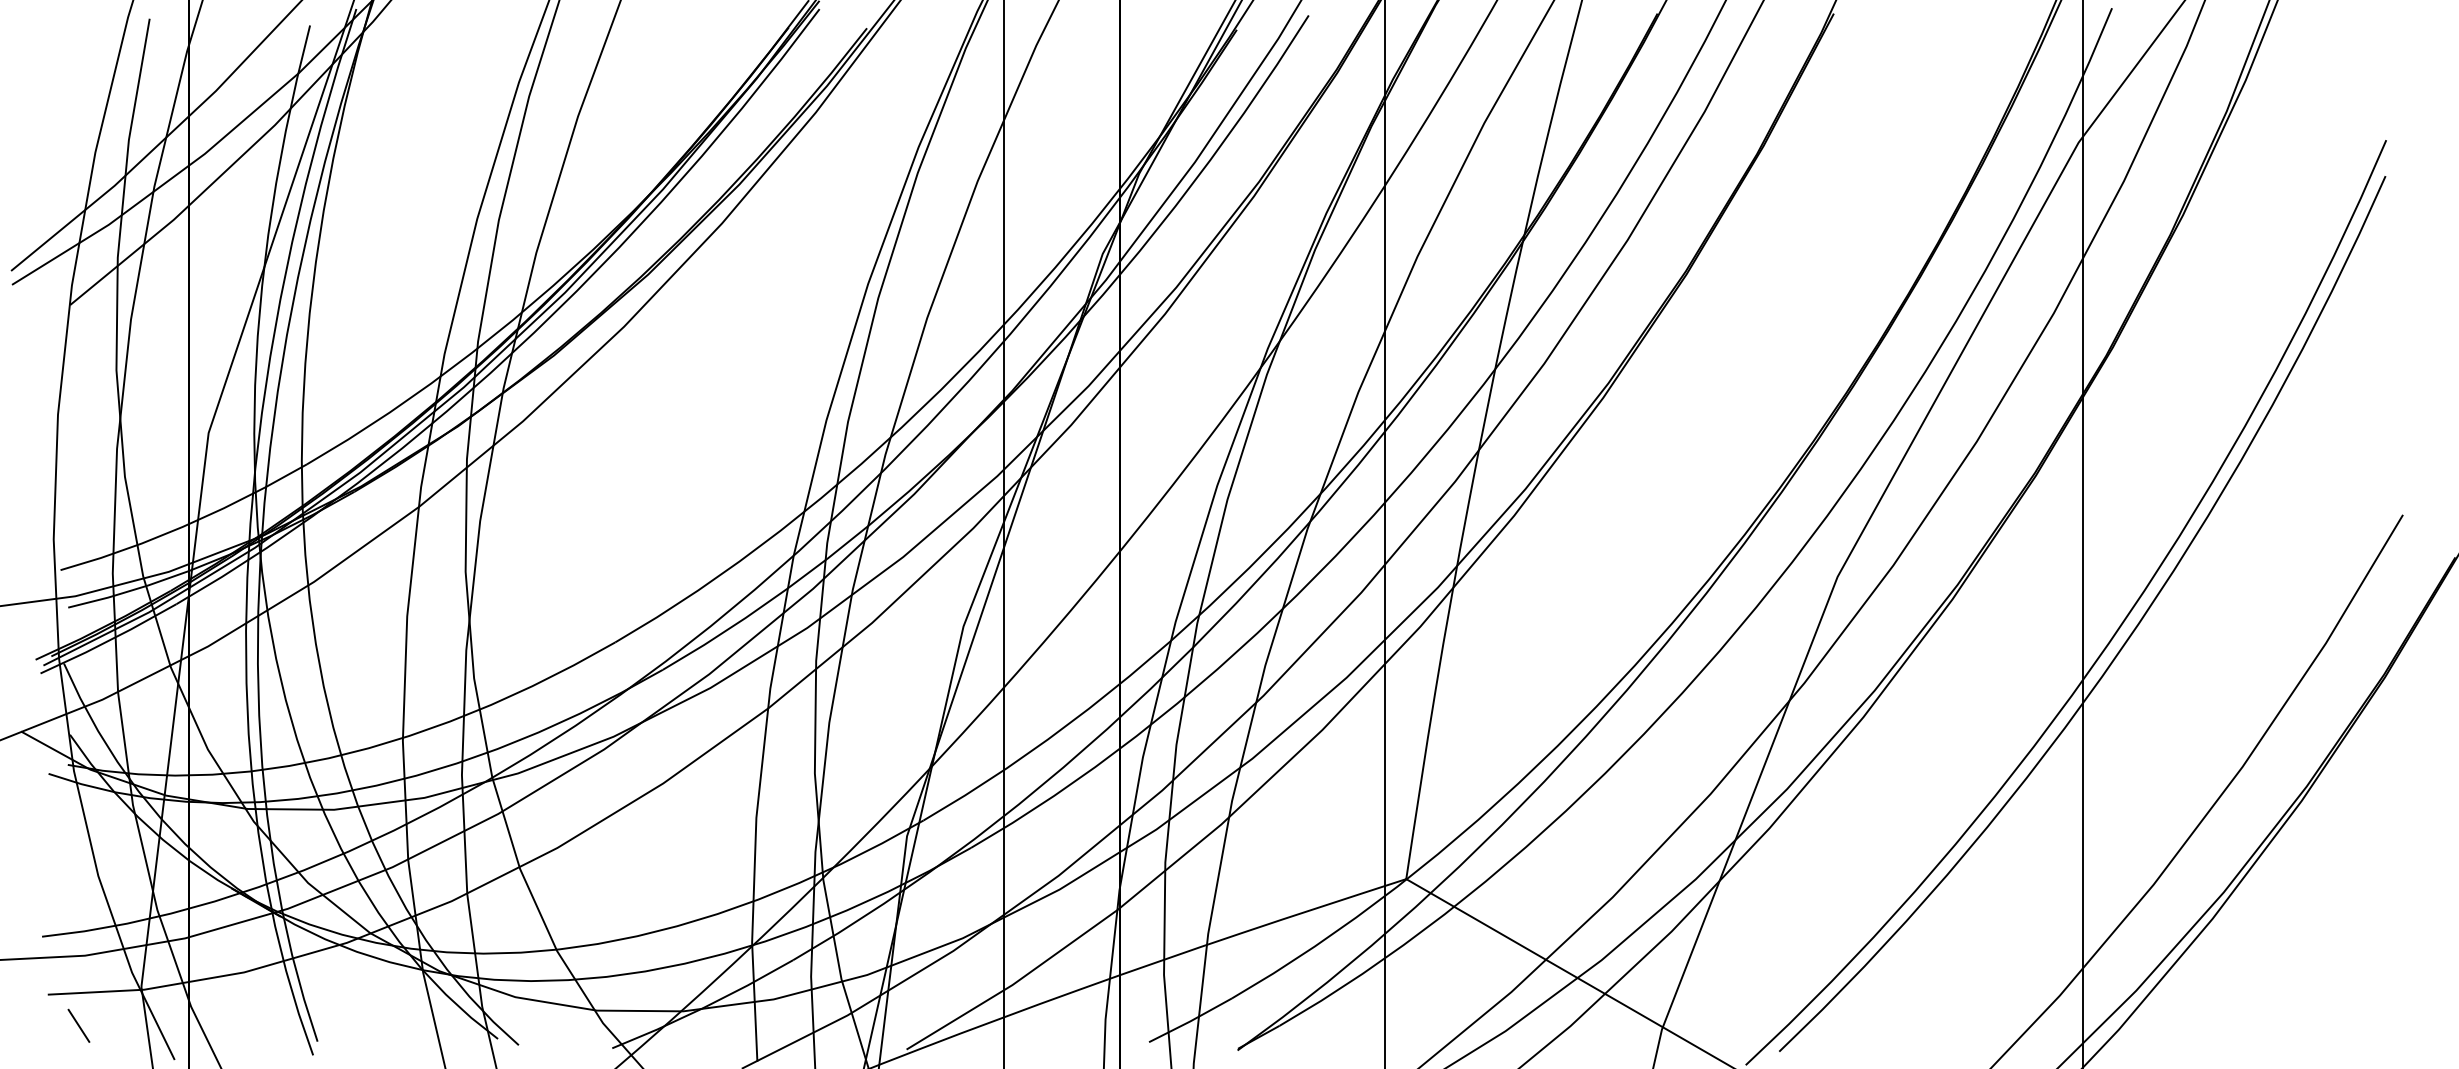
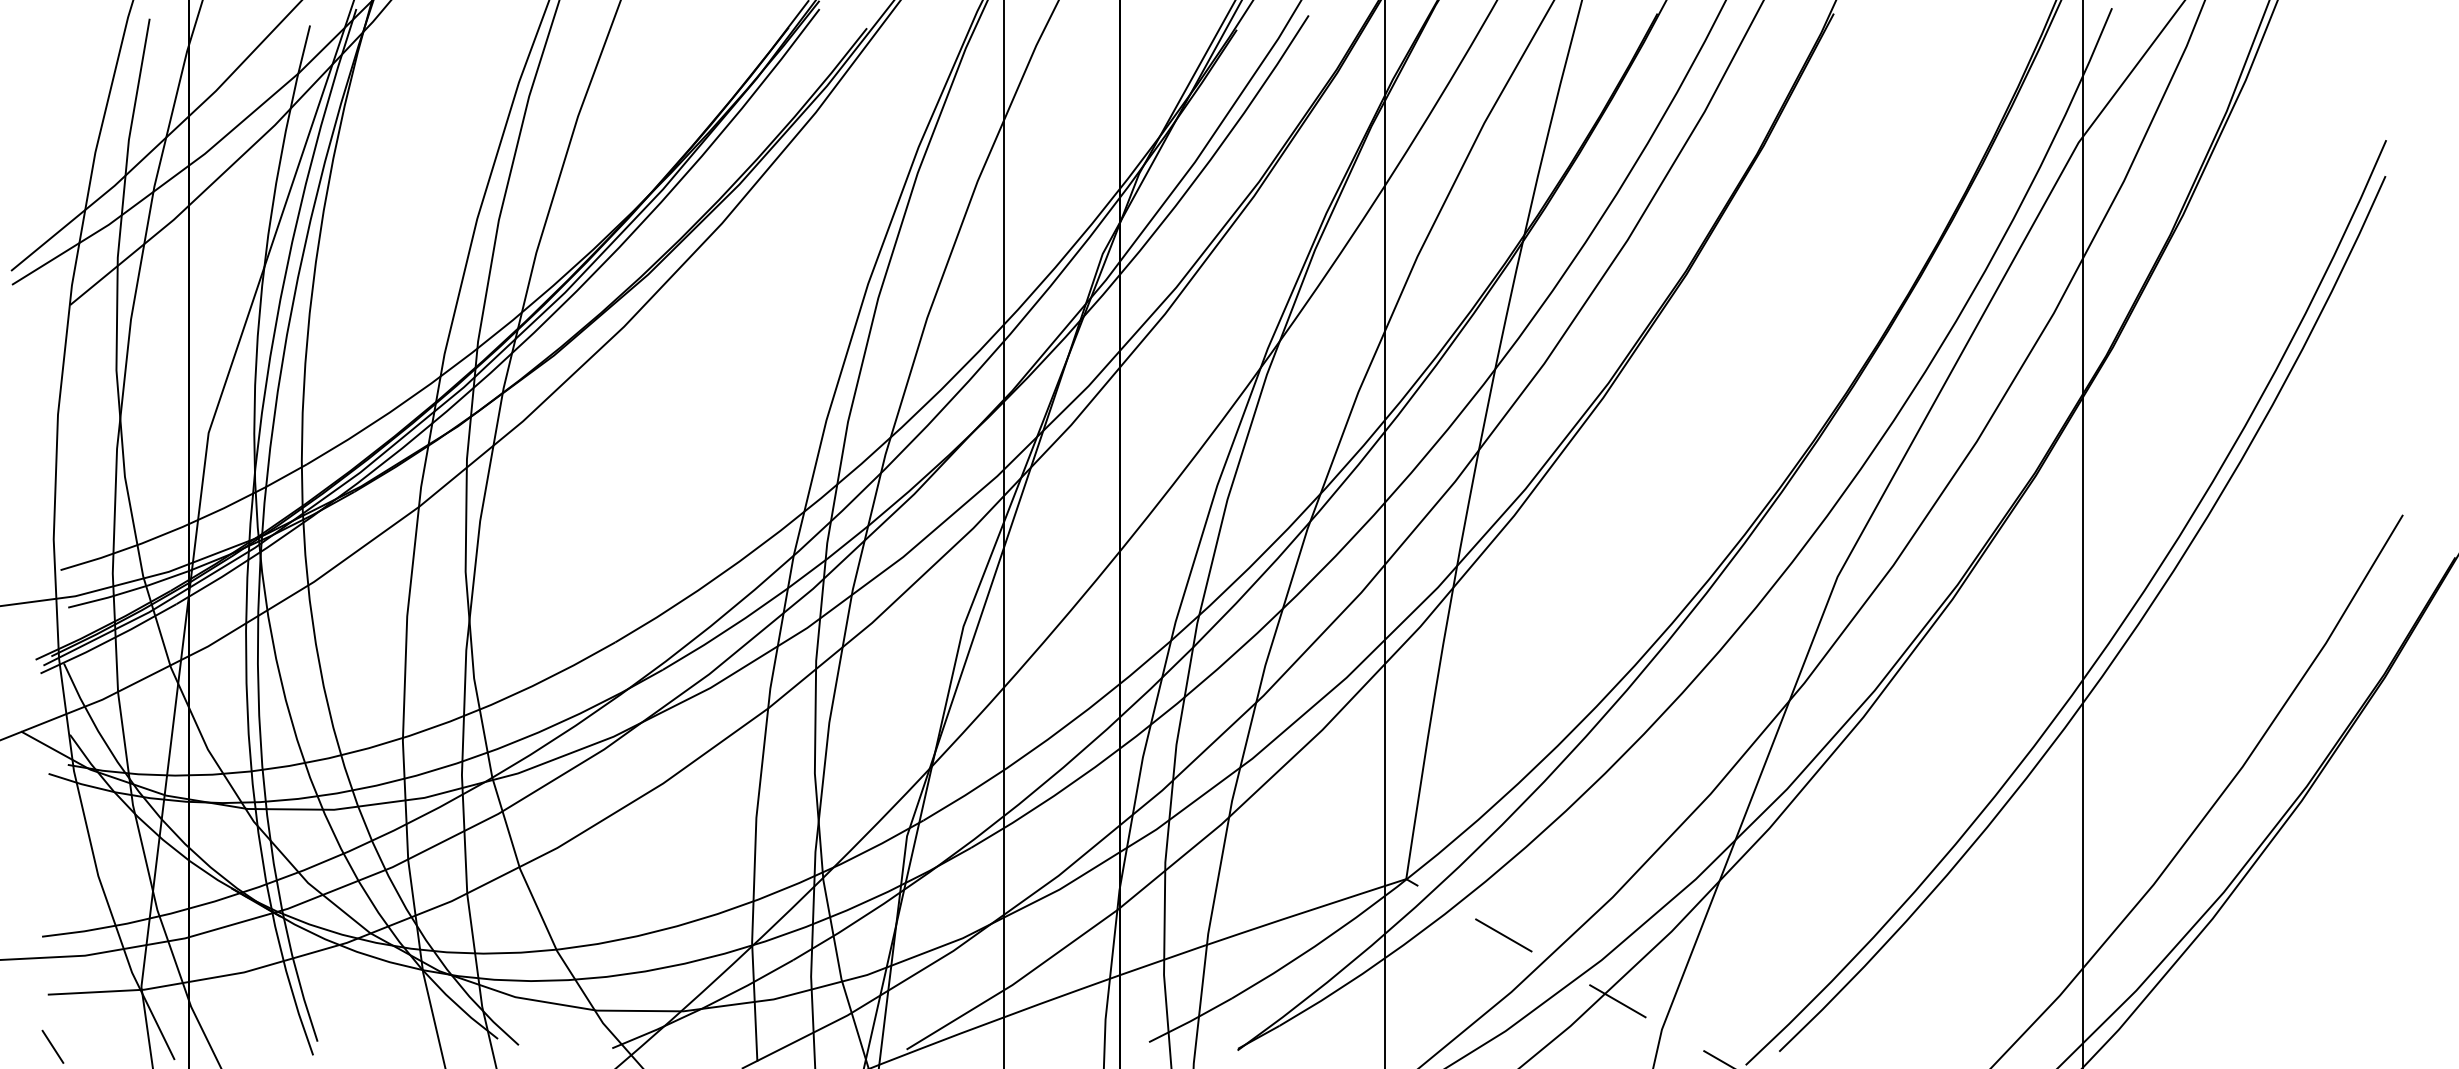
line at (1569, 973): solid -> dashed
line at (78, 1025) position: (78, 1025) -> (52, 1046)
